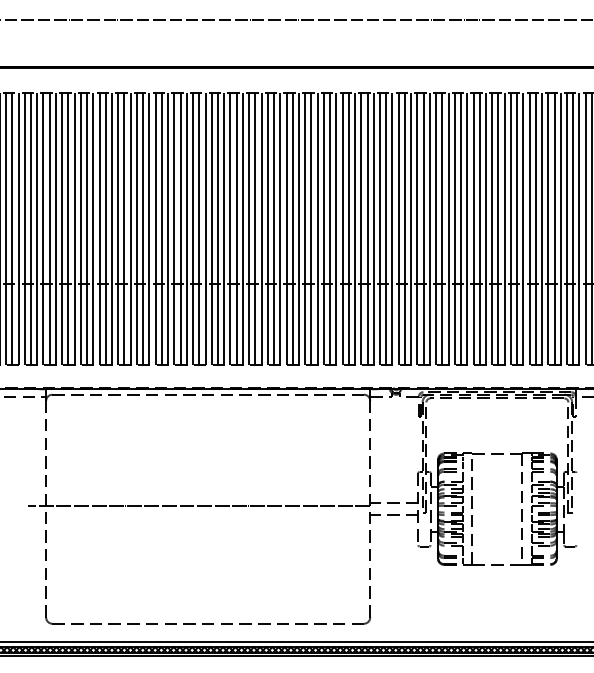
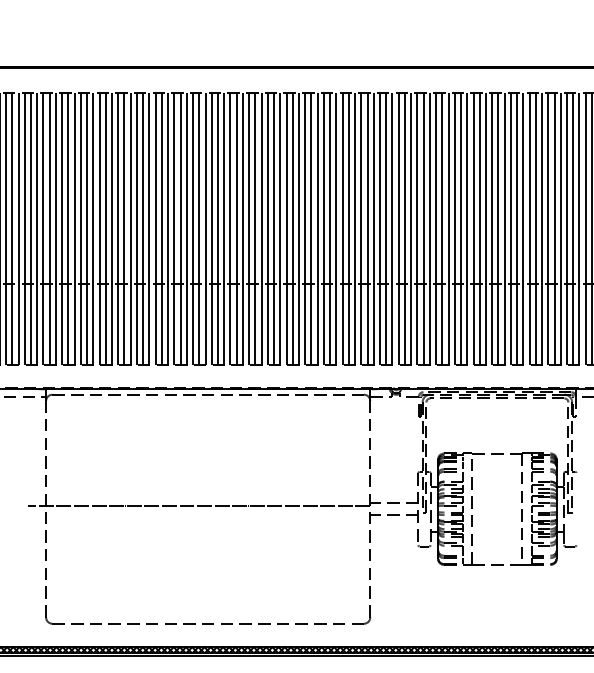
line at (296, 20): present -> none
line at (296, 641): present -> none
